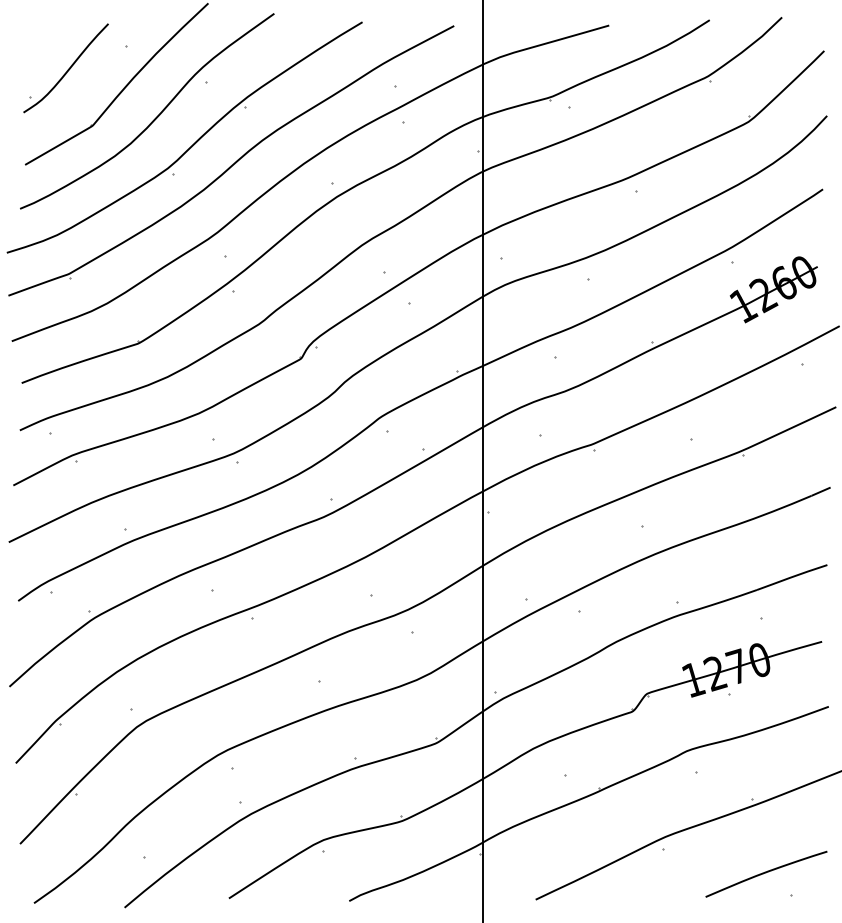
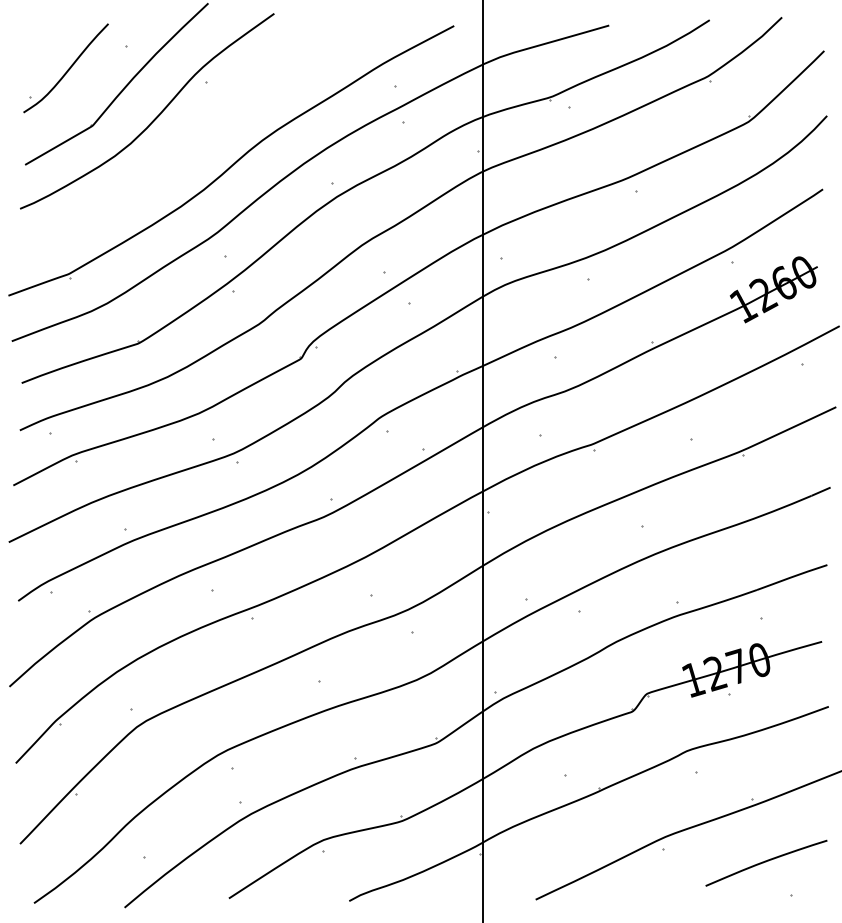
part at (192, 144): present -> none
curve at (766, 873) position: (766, 873) -> (766, 862)
